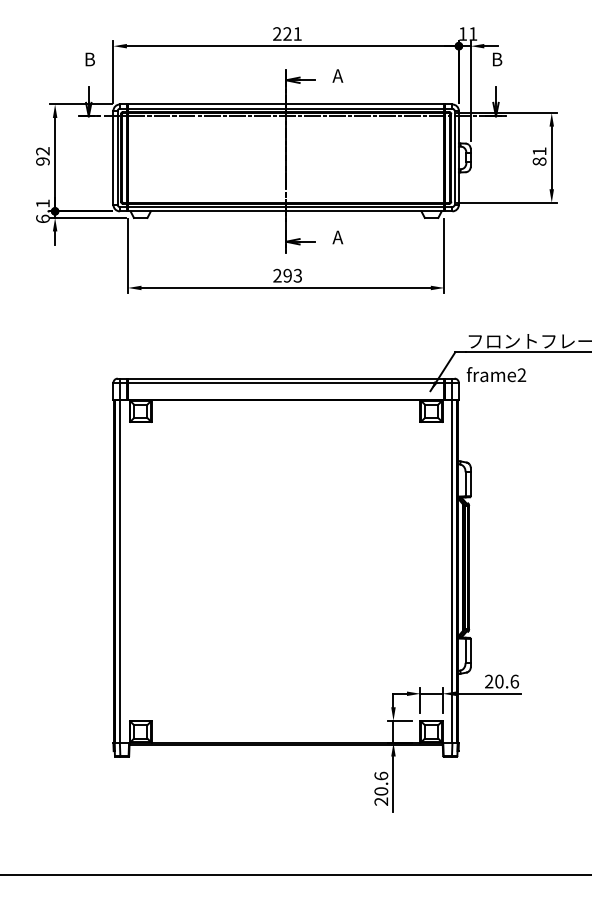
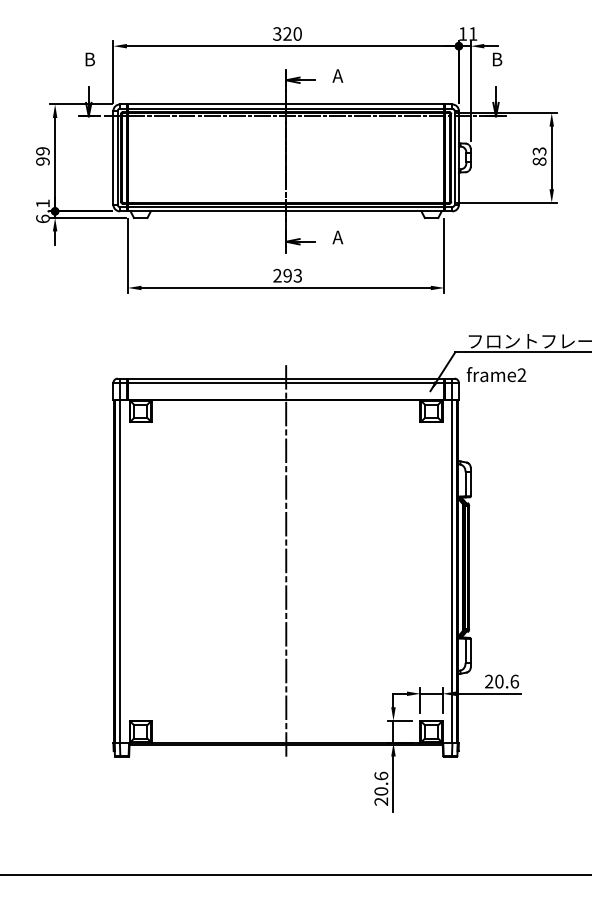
text at (287, 33): 221 -> 320
text at (42, 151): 92 -> 99
text at (539, 151): 81 -> 83
line at (286, 561): none -> present
